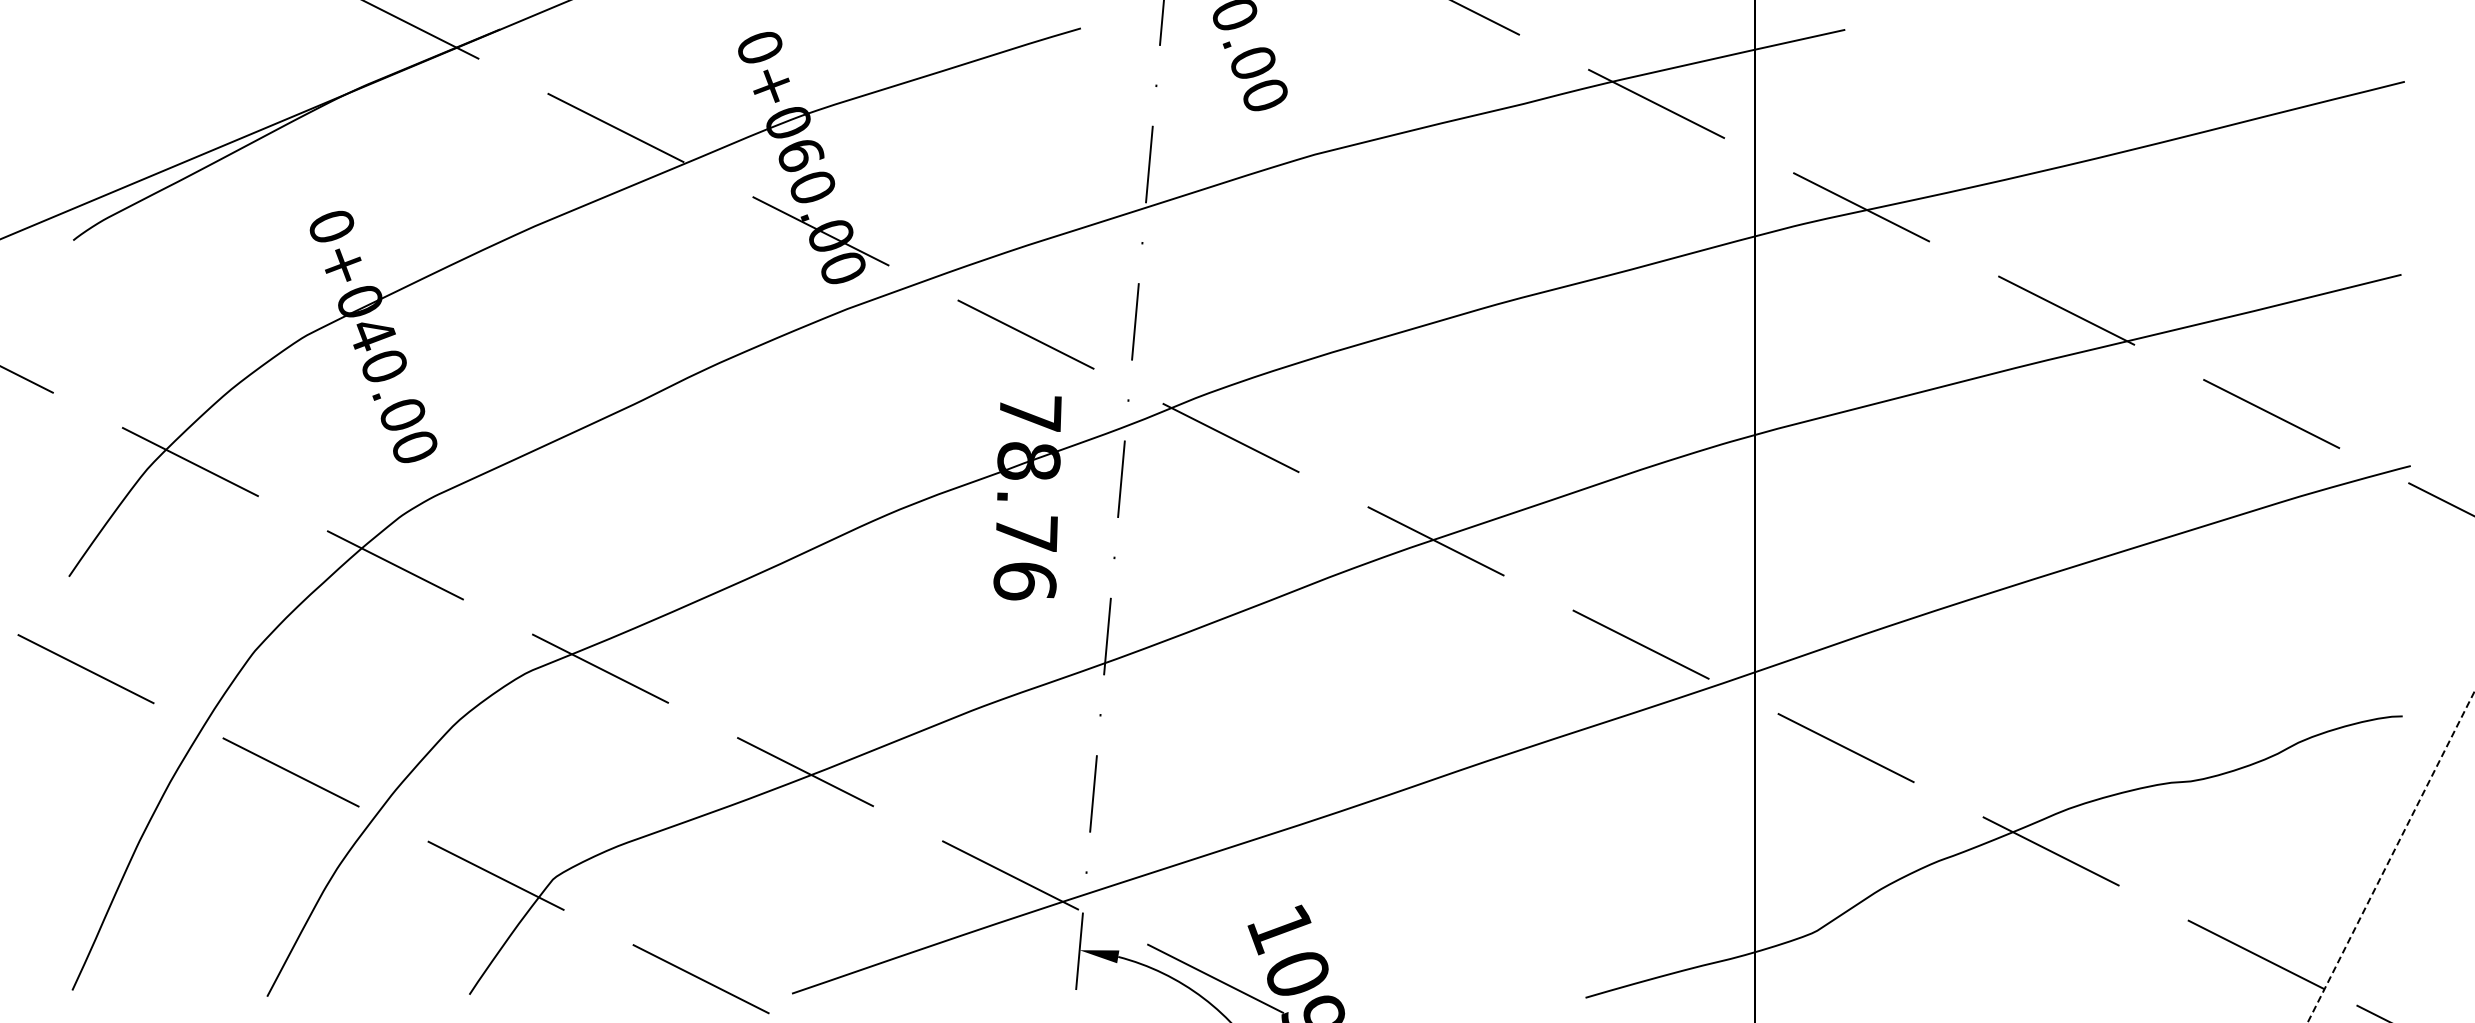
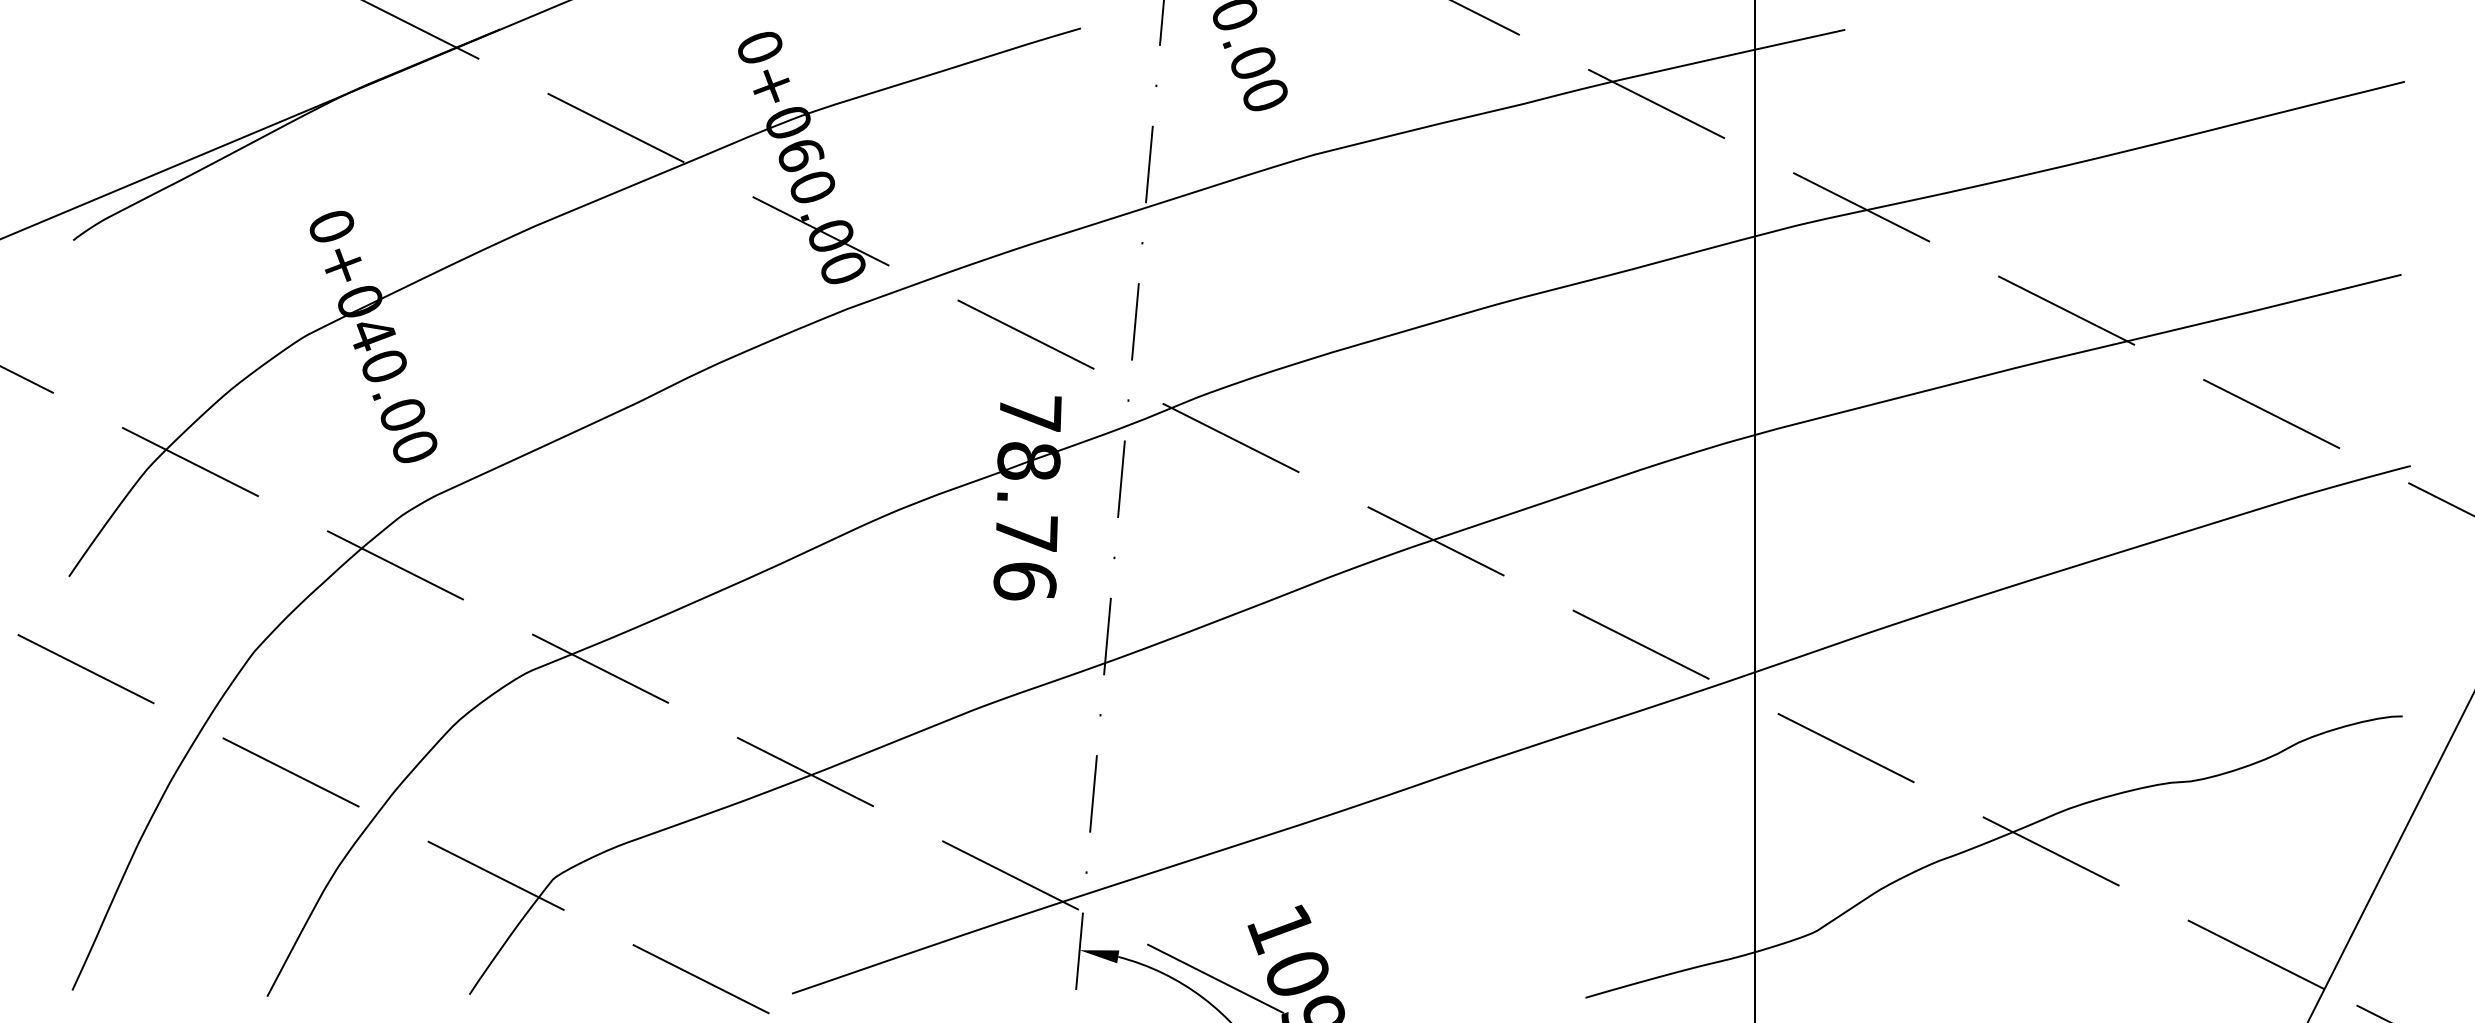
line at (2391, 856): dashed -> solid
